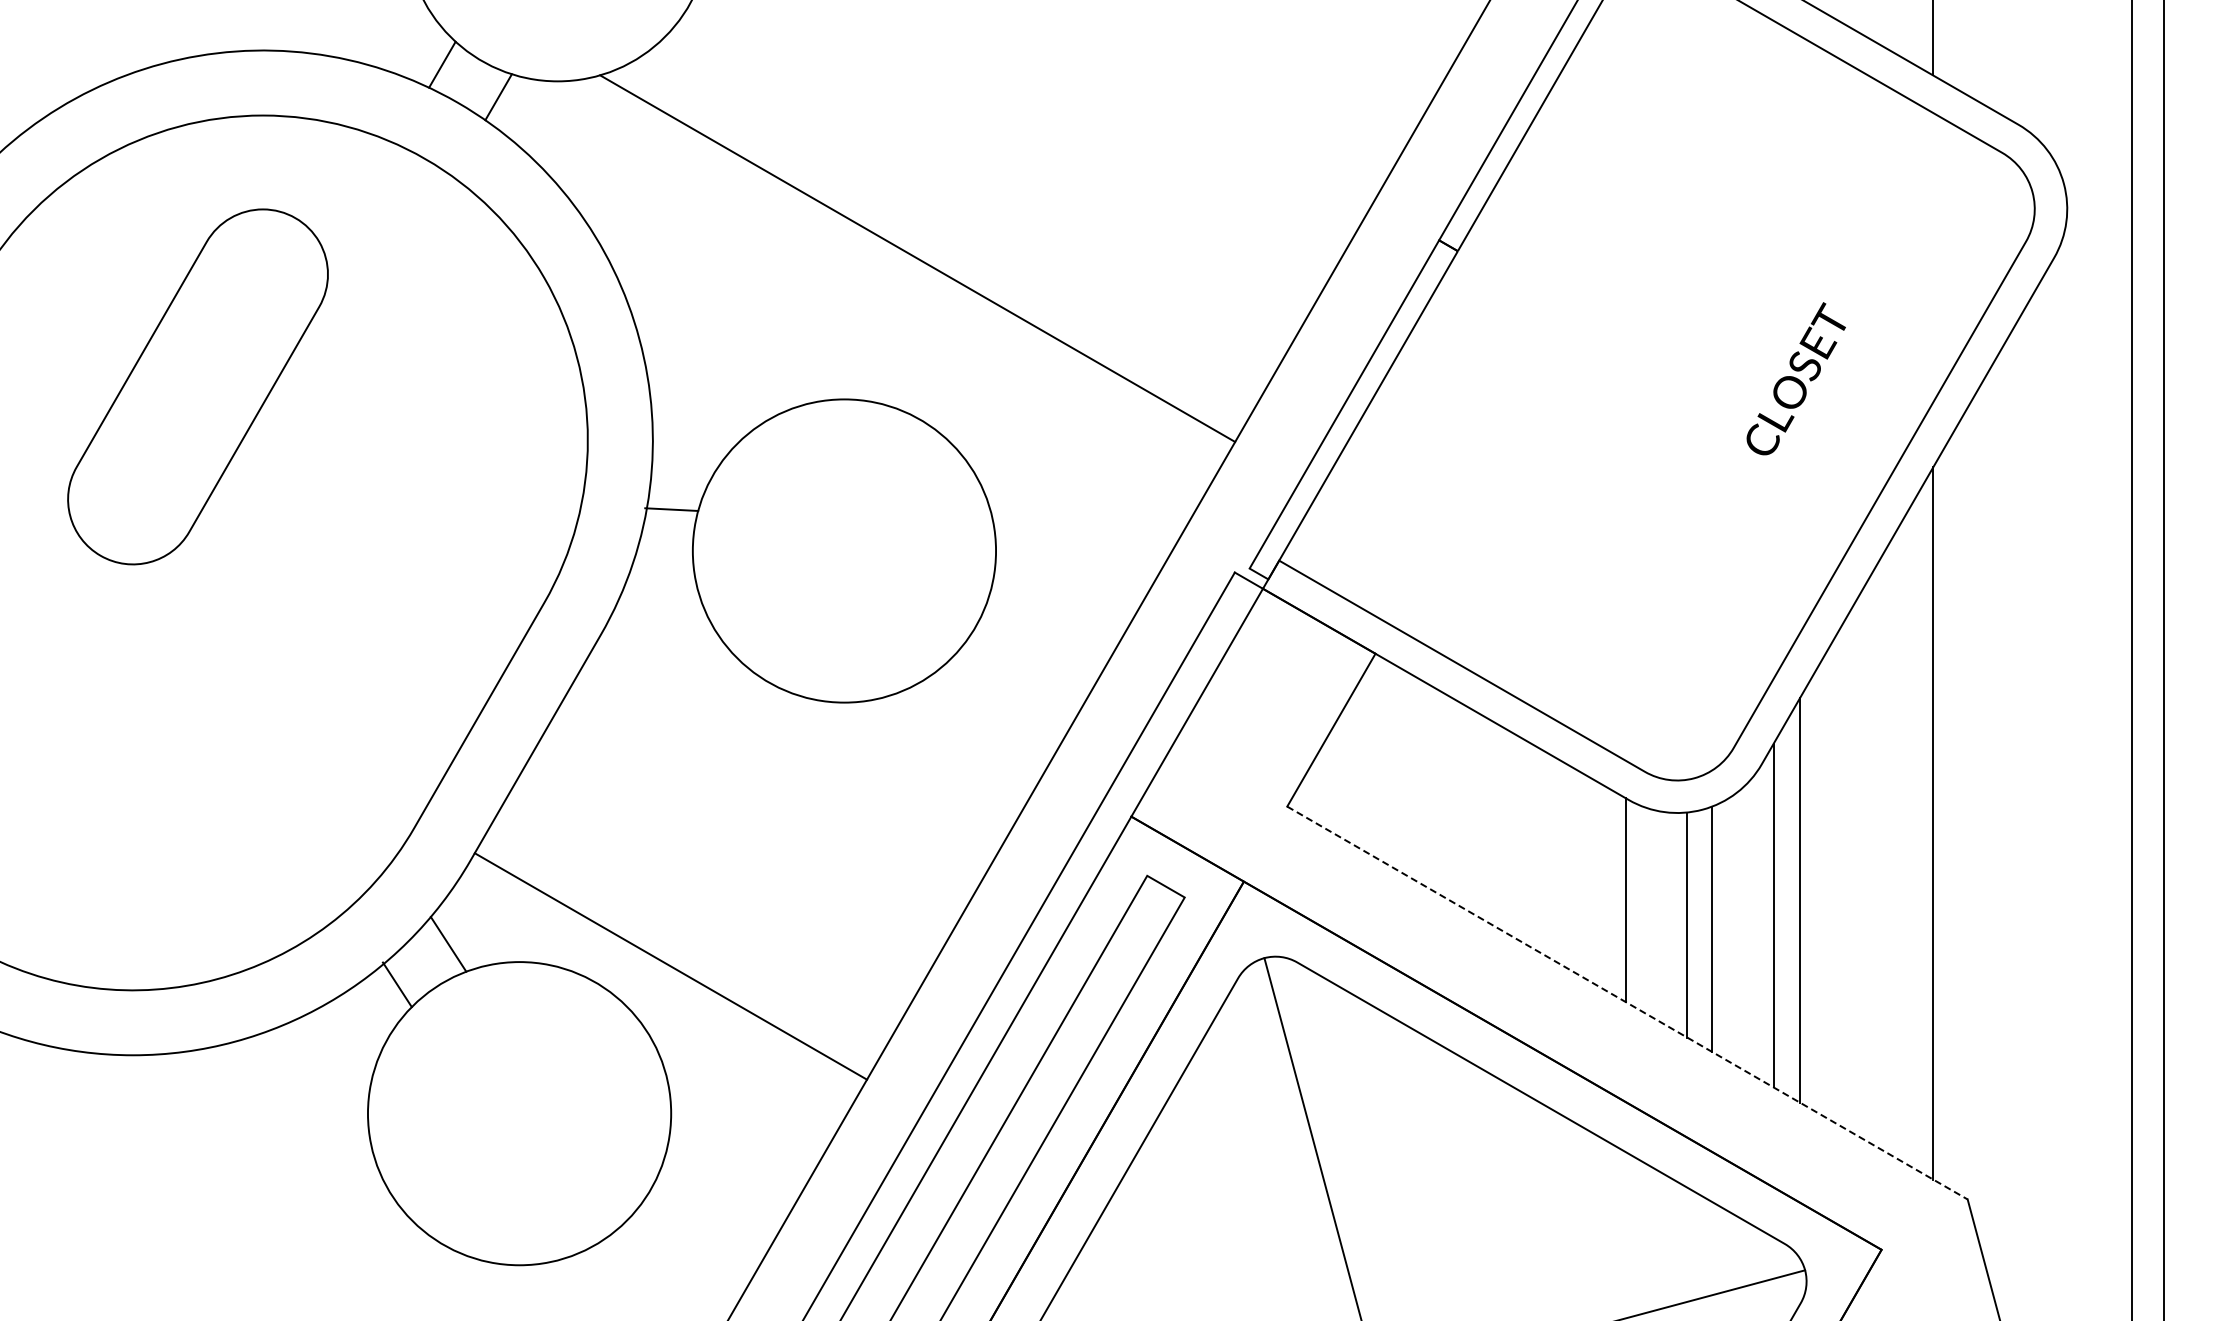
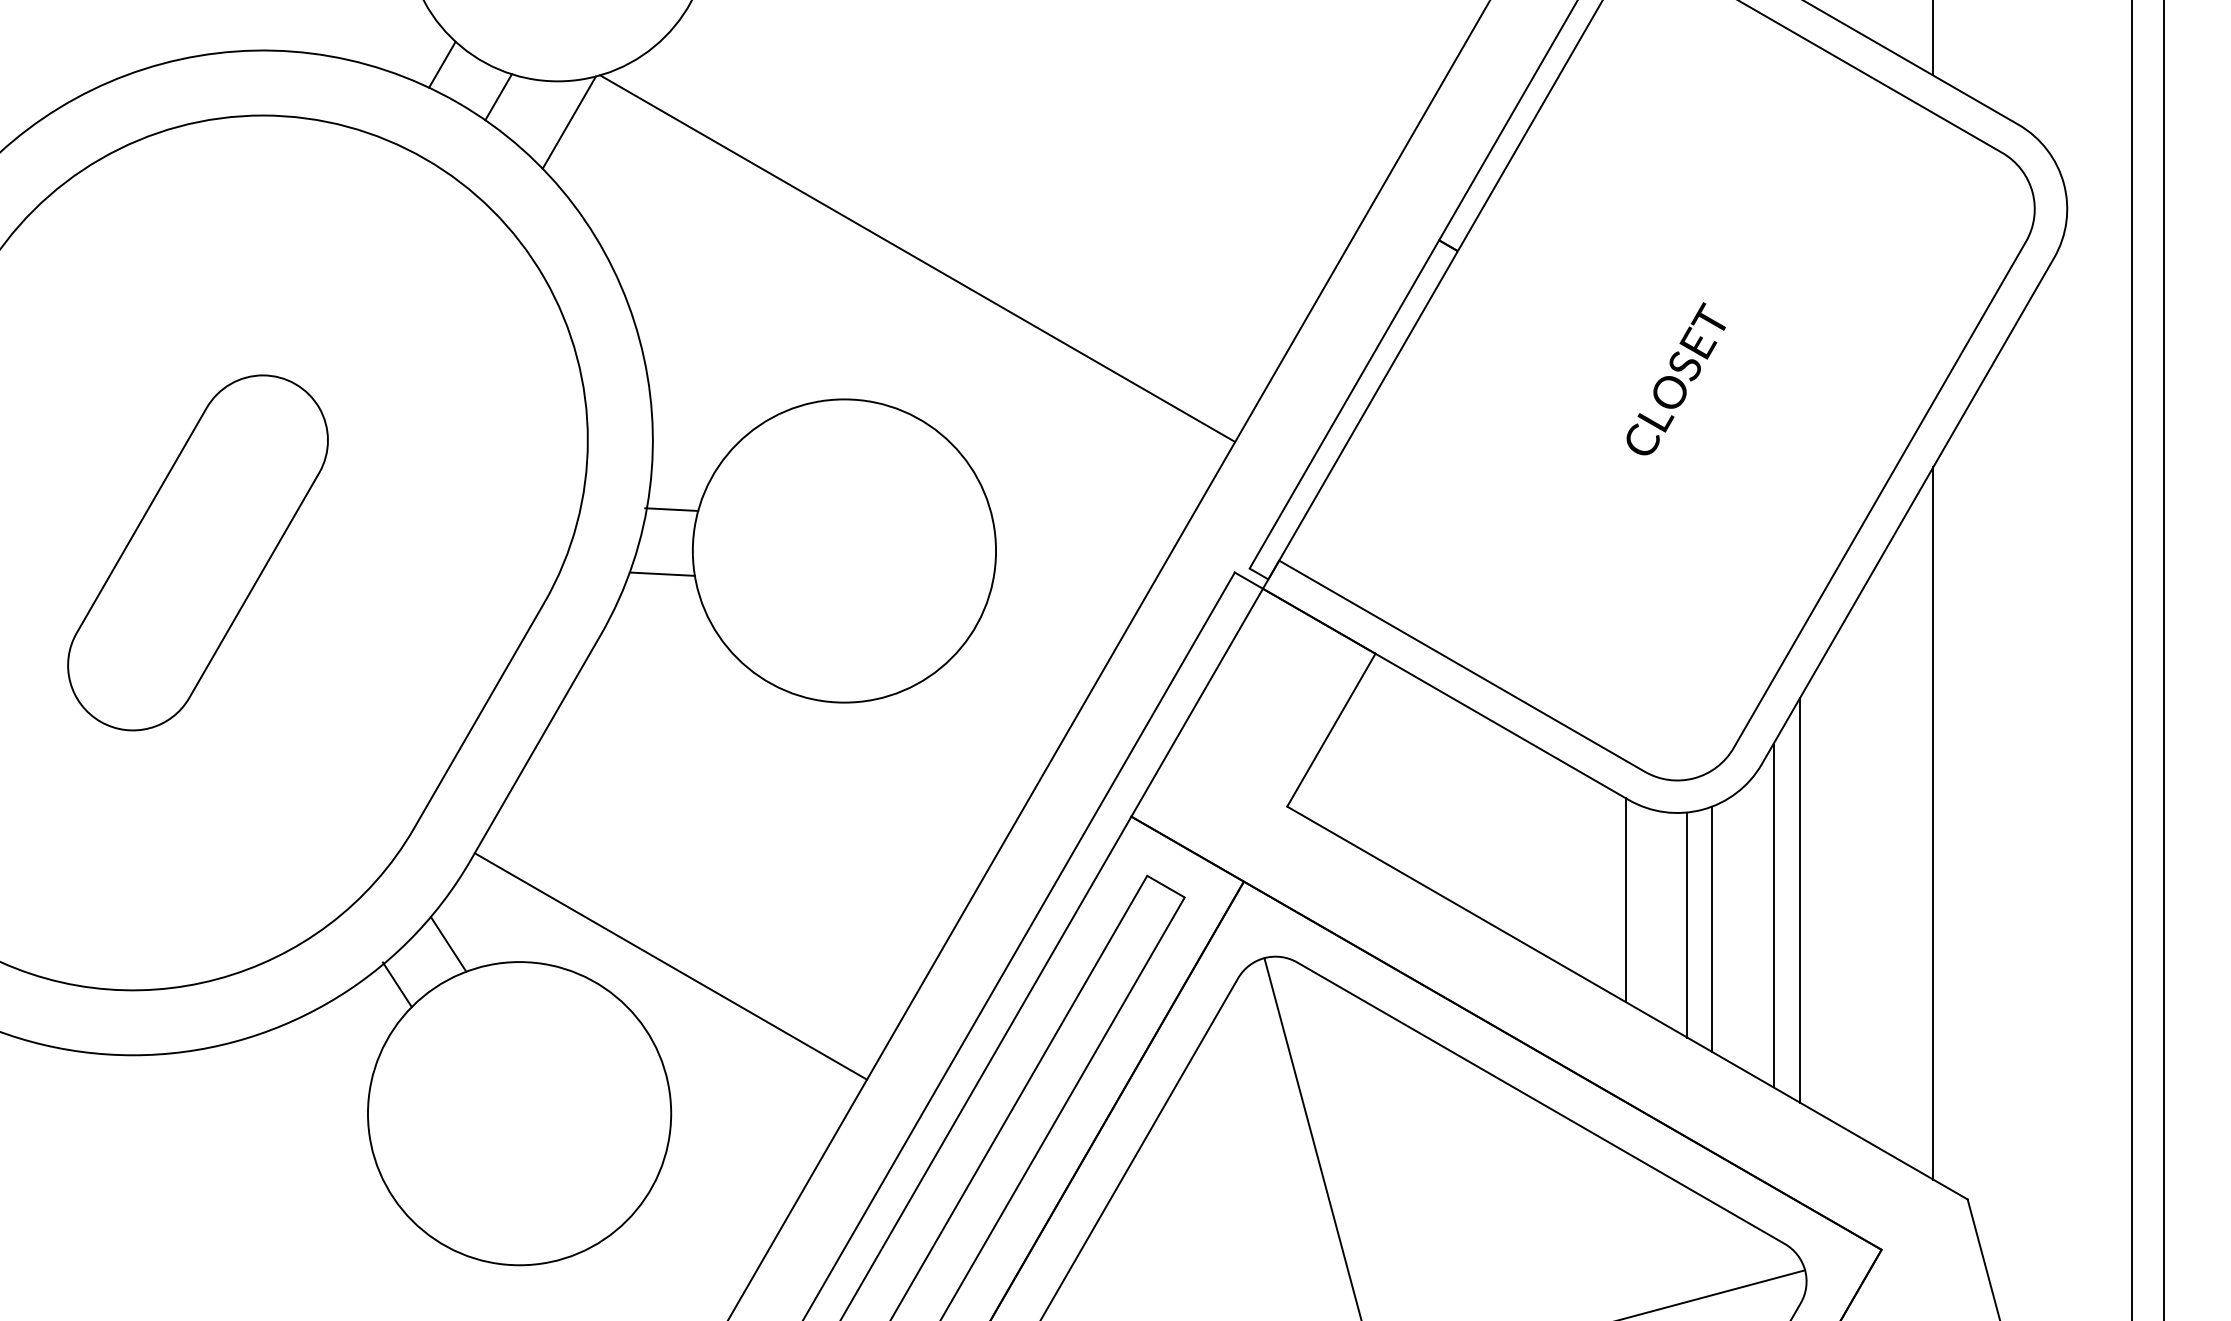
line at (568, 122): none -> present
text at (1795, 378) position: (1795, 378) -> (1675, 378)
part at (197, 386) position: (197, 386) -> (197, 552)
line at (661, 573): none -> present
line at (1627, 1003): dashed -> solid
